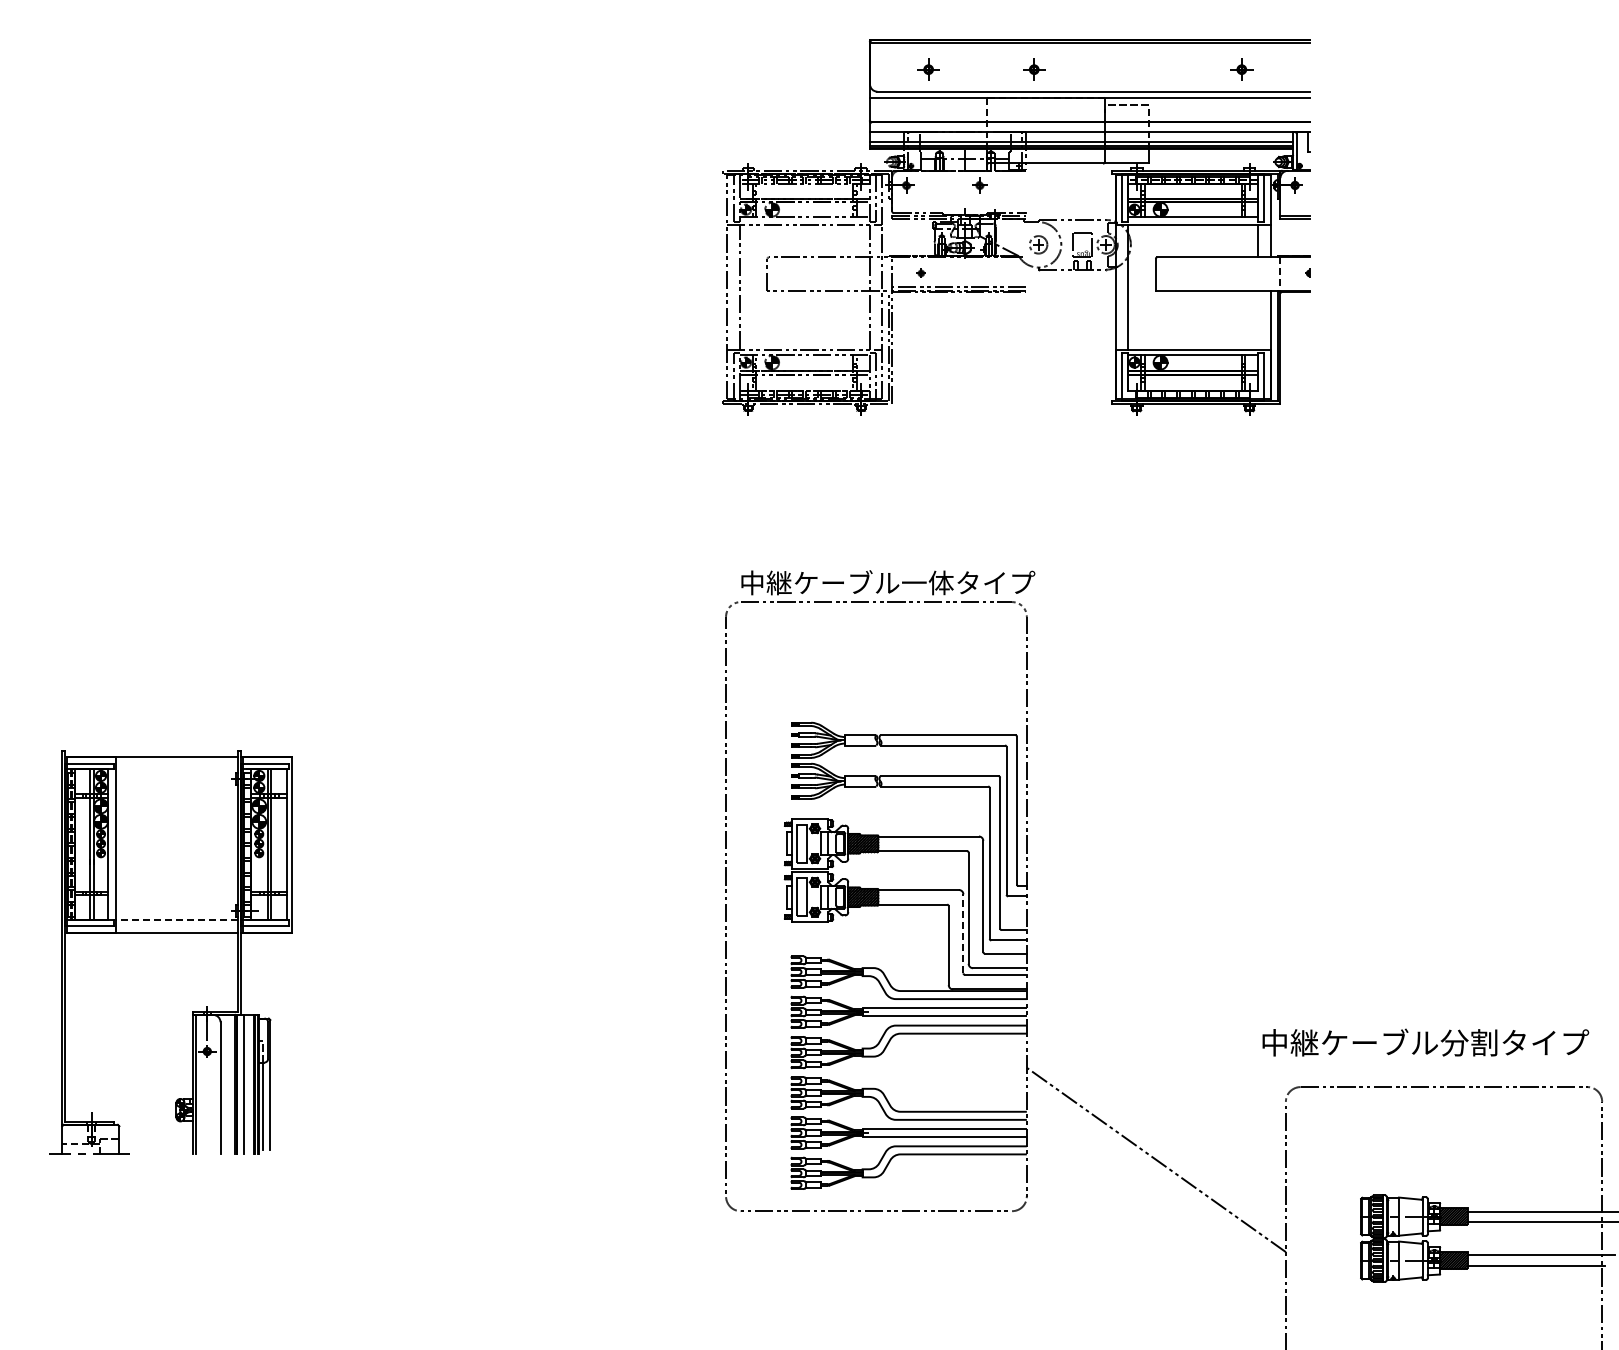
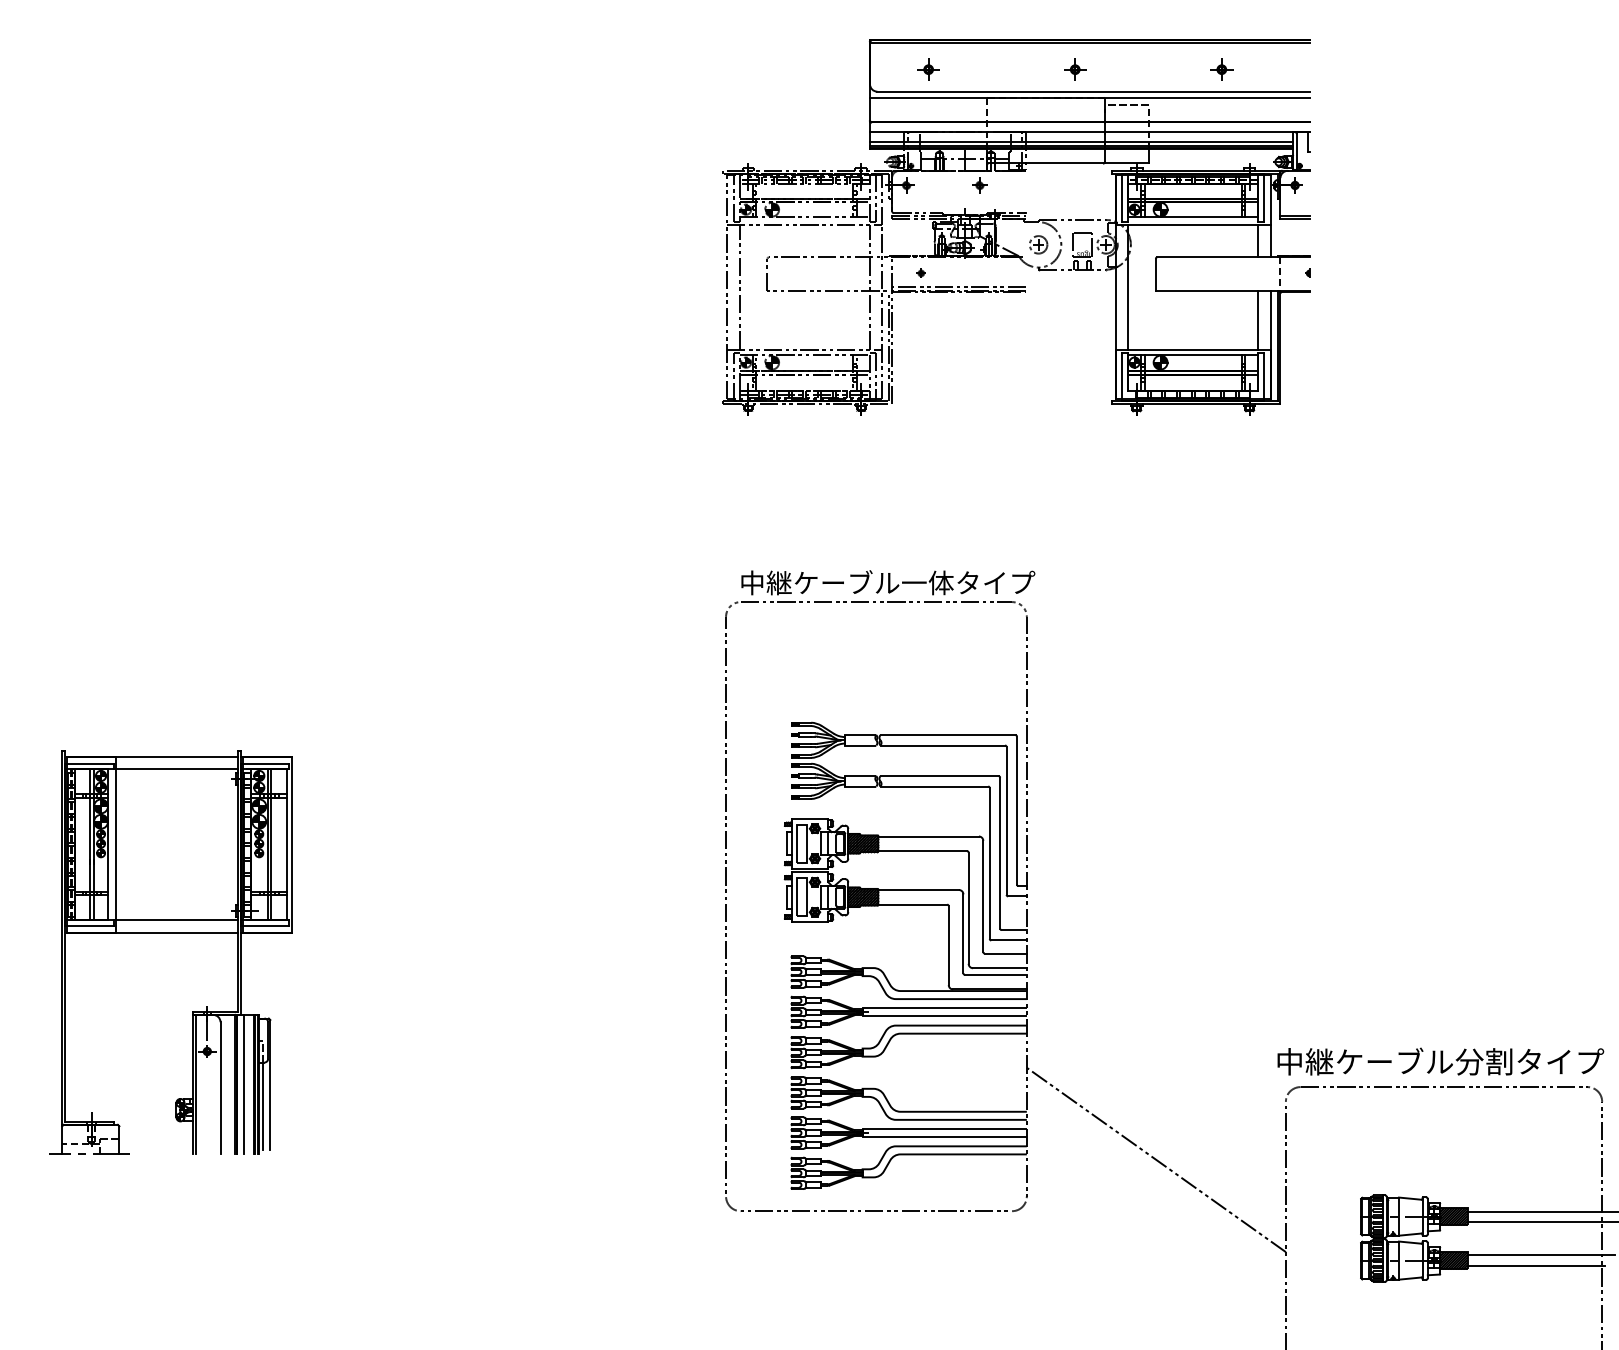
part at (1034, 69) position: (1034, 69) -> (1075, 69)
part at (1241, 69) position: (1241, 69) -> (1221, 69)
line at (1258, 320): none -> present
line at (177, 769): none -> present
line at (177, 920): dashed -> solid
line at (963, 933): dashed -> solid
text at (1425, 1042) position: (1425, 1042) -> (1440, 1061)
